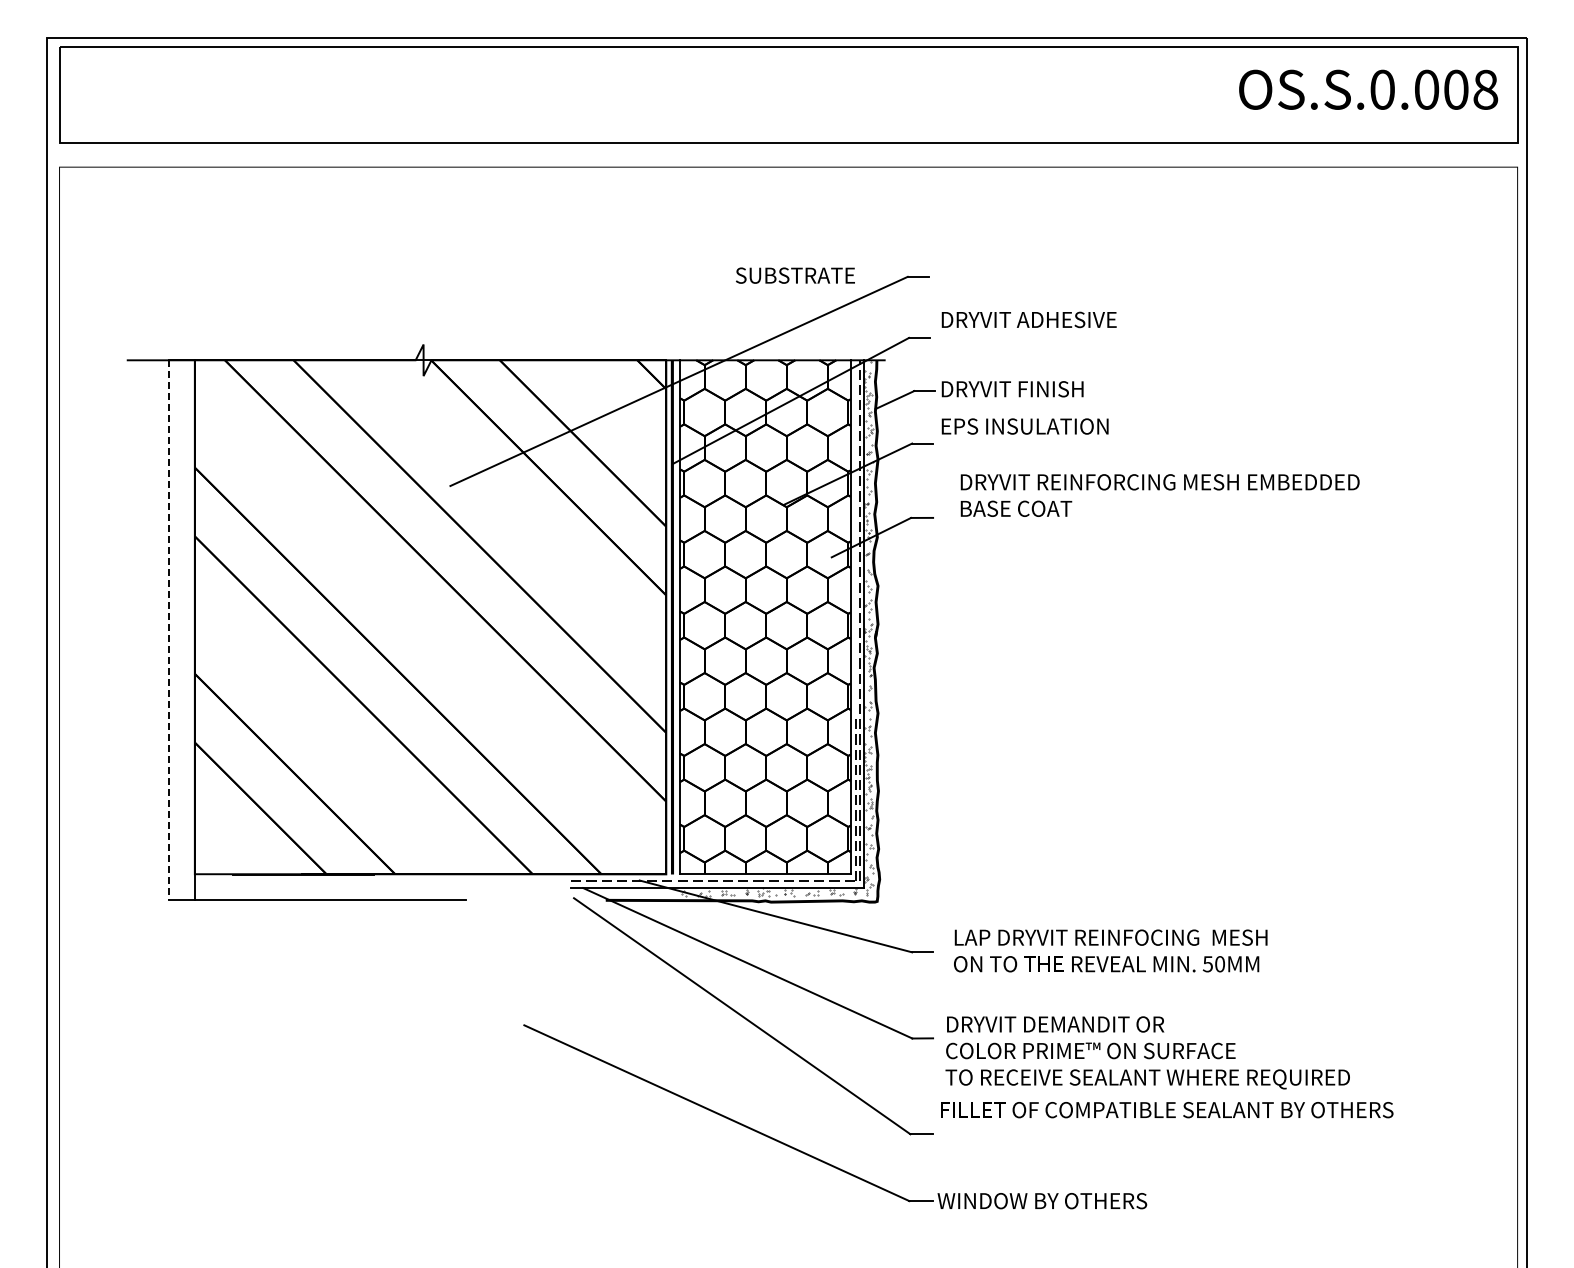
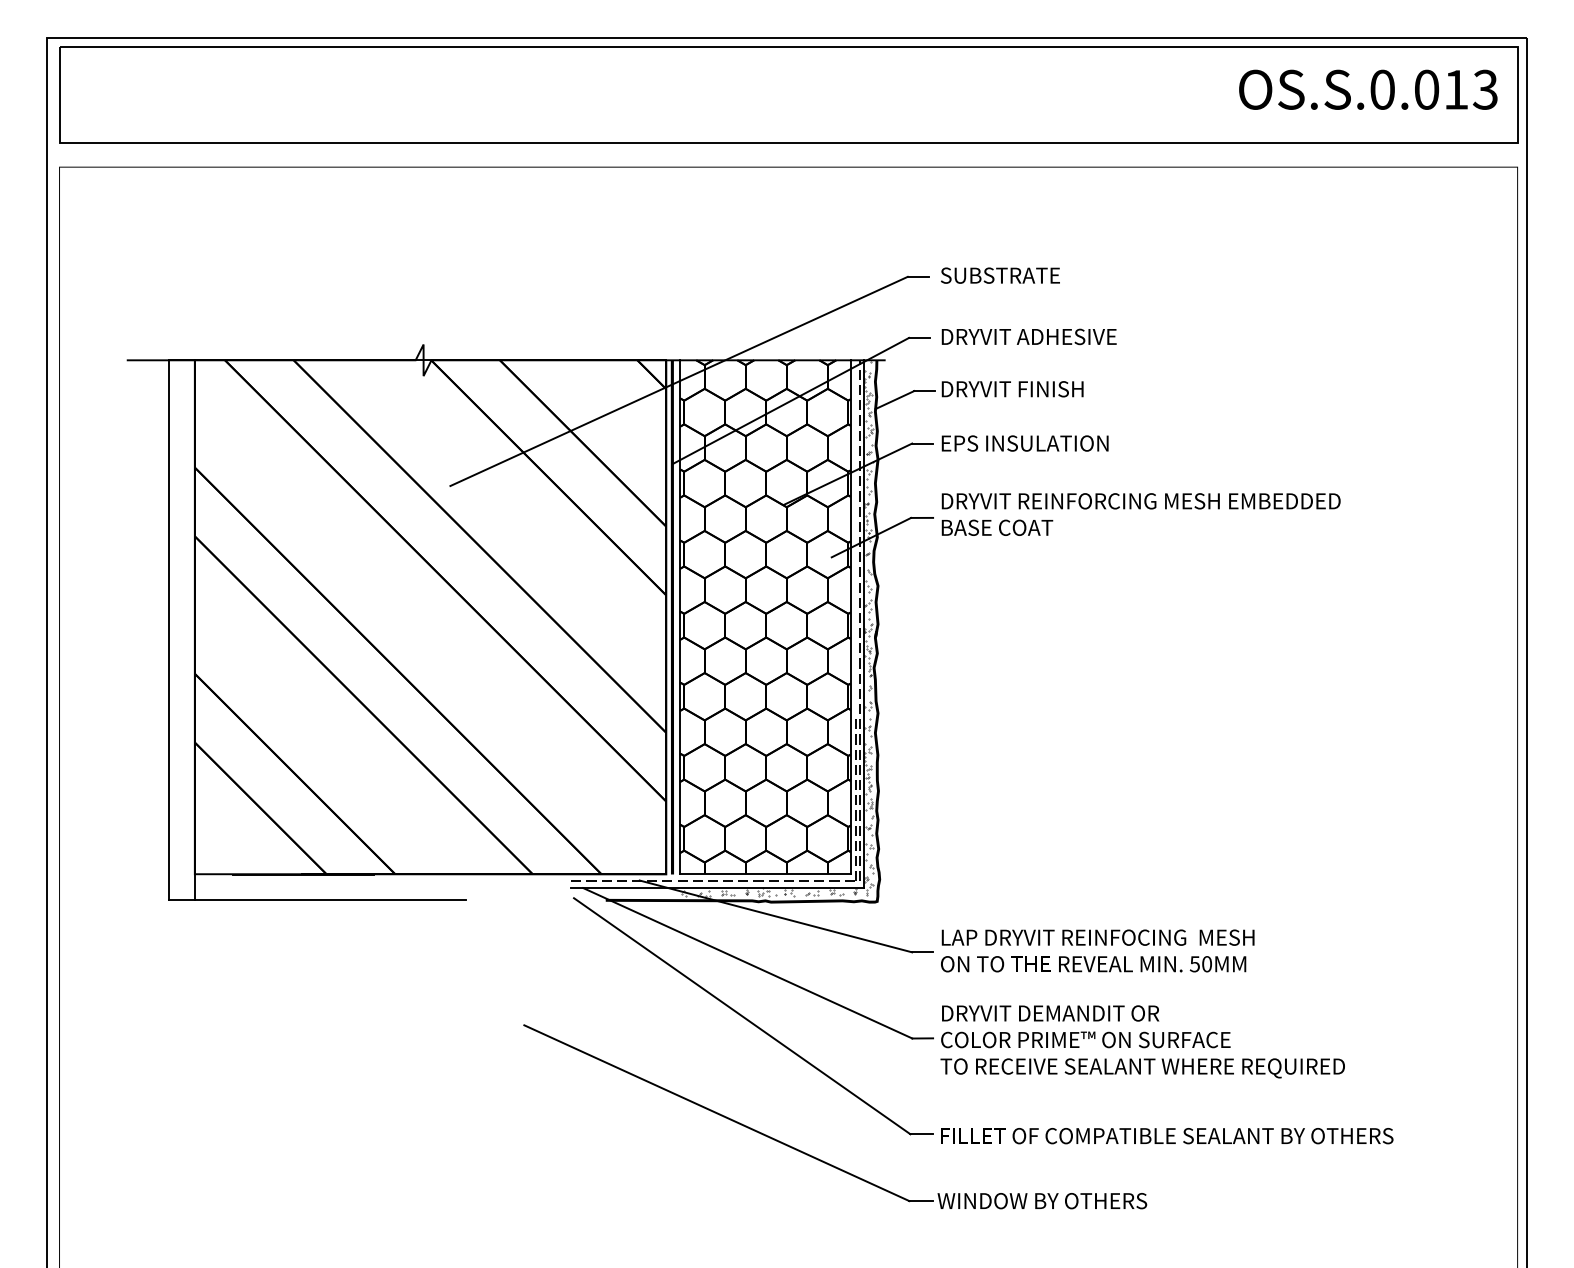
text at (1471, 89): OS.S.0.008 -> OS.S.0.013
text at (795, 275) position: (795, 275) -> (1000, 275)
text at (1028, 319) position: (1028, 319) -> (1028, 336)
text at (1024, 426) position: (1024, 426) -> (1024, 443)
text at (1159, 495) position: (1159, 495) -> (1140, 514)
line at (168, 630): dashed -> solid
text at (1110, 950) position: (1110, 950) -> (1097, 950)
text at (1147, 1052) position: (1147, 1052) -> (1142, 1041)
text at (1167, 1110) position: (1167, 1110) -> (1167, 1136)
